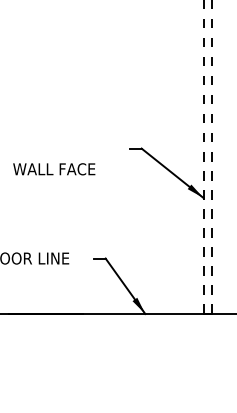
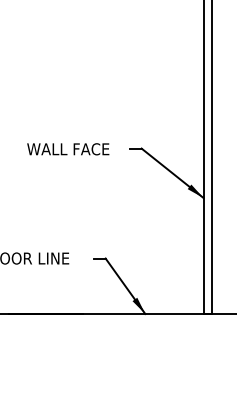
line at (203, 157): dashed -> solid
line at (212, 157): dashed -> solid
text at (54, 169) position: (54, 169) -> (68, 149)
